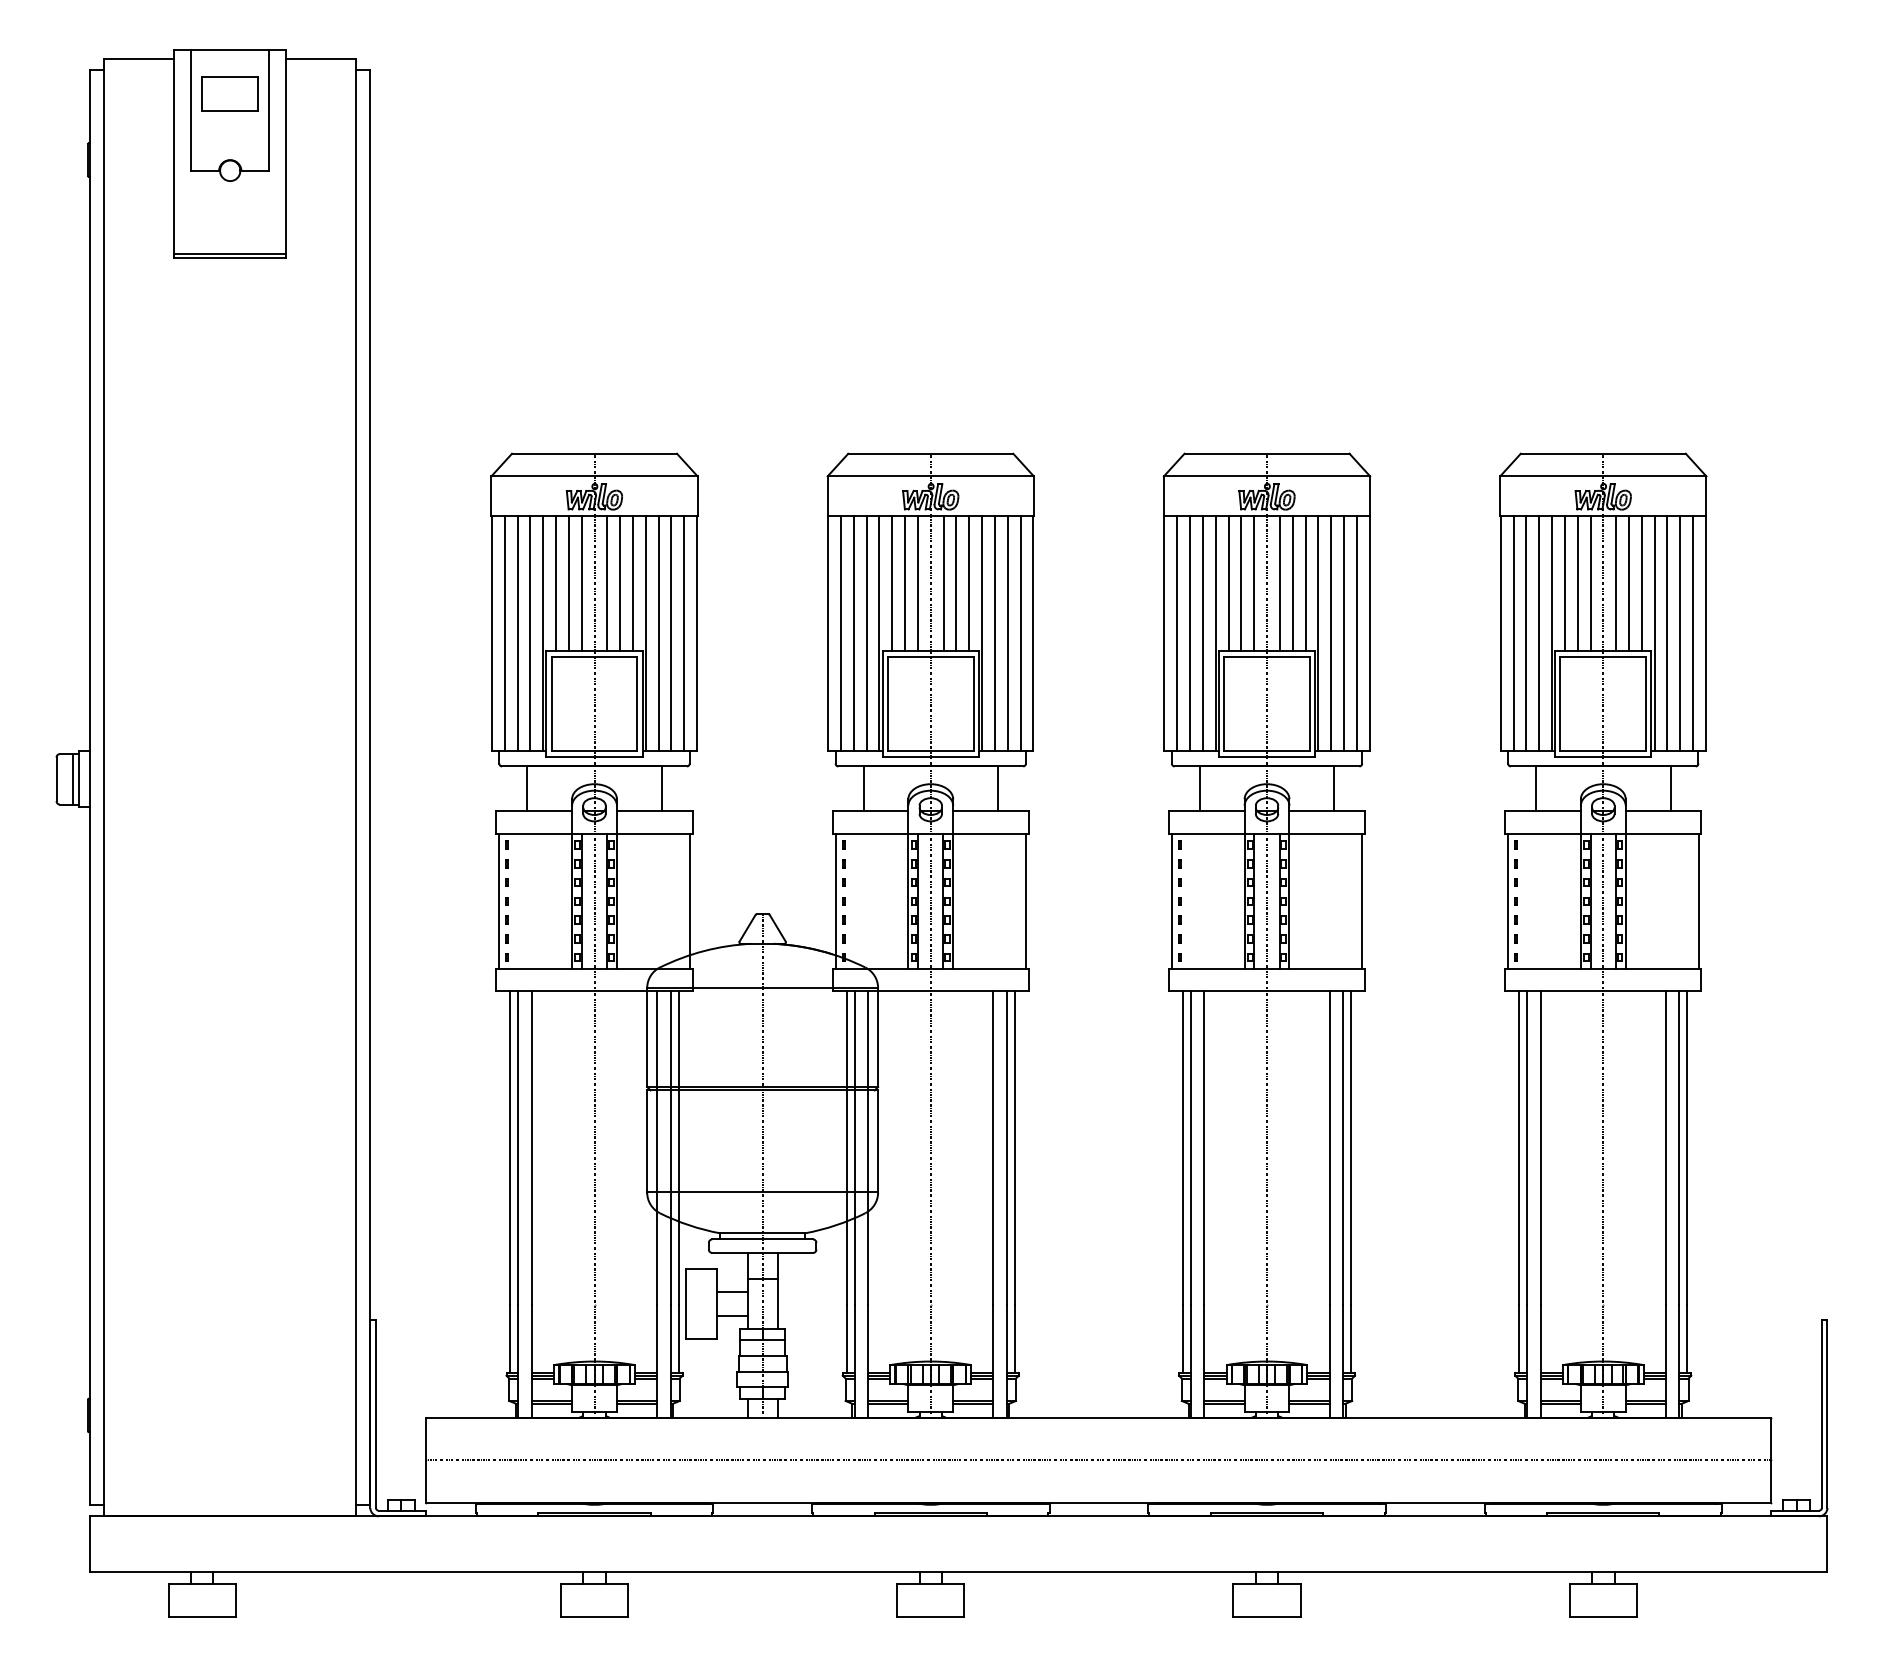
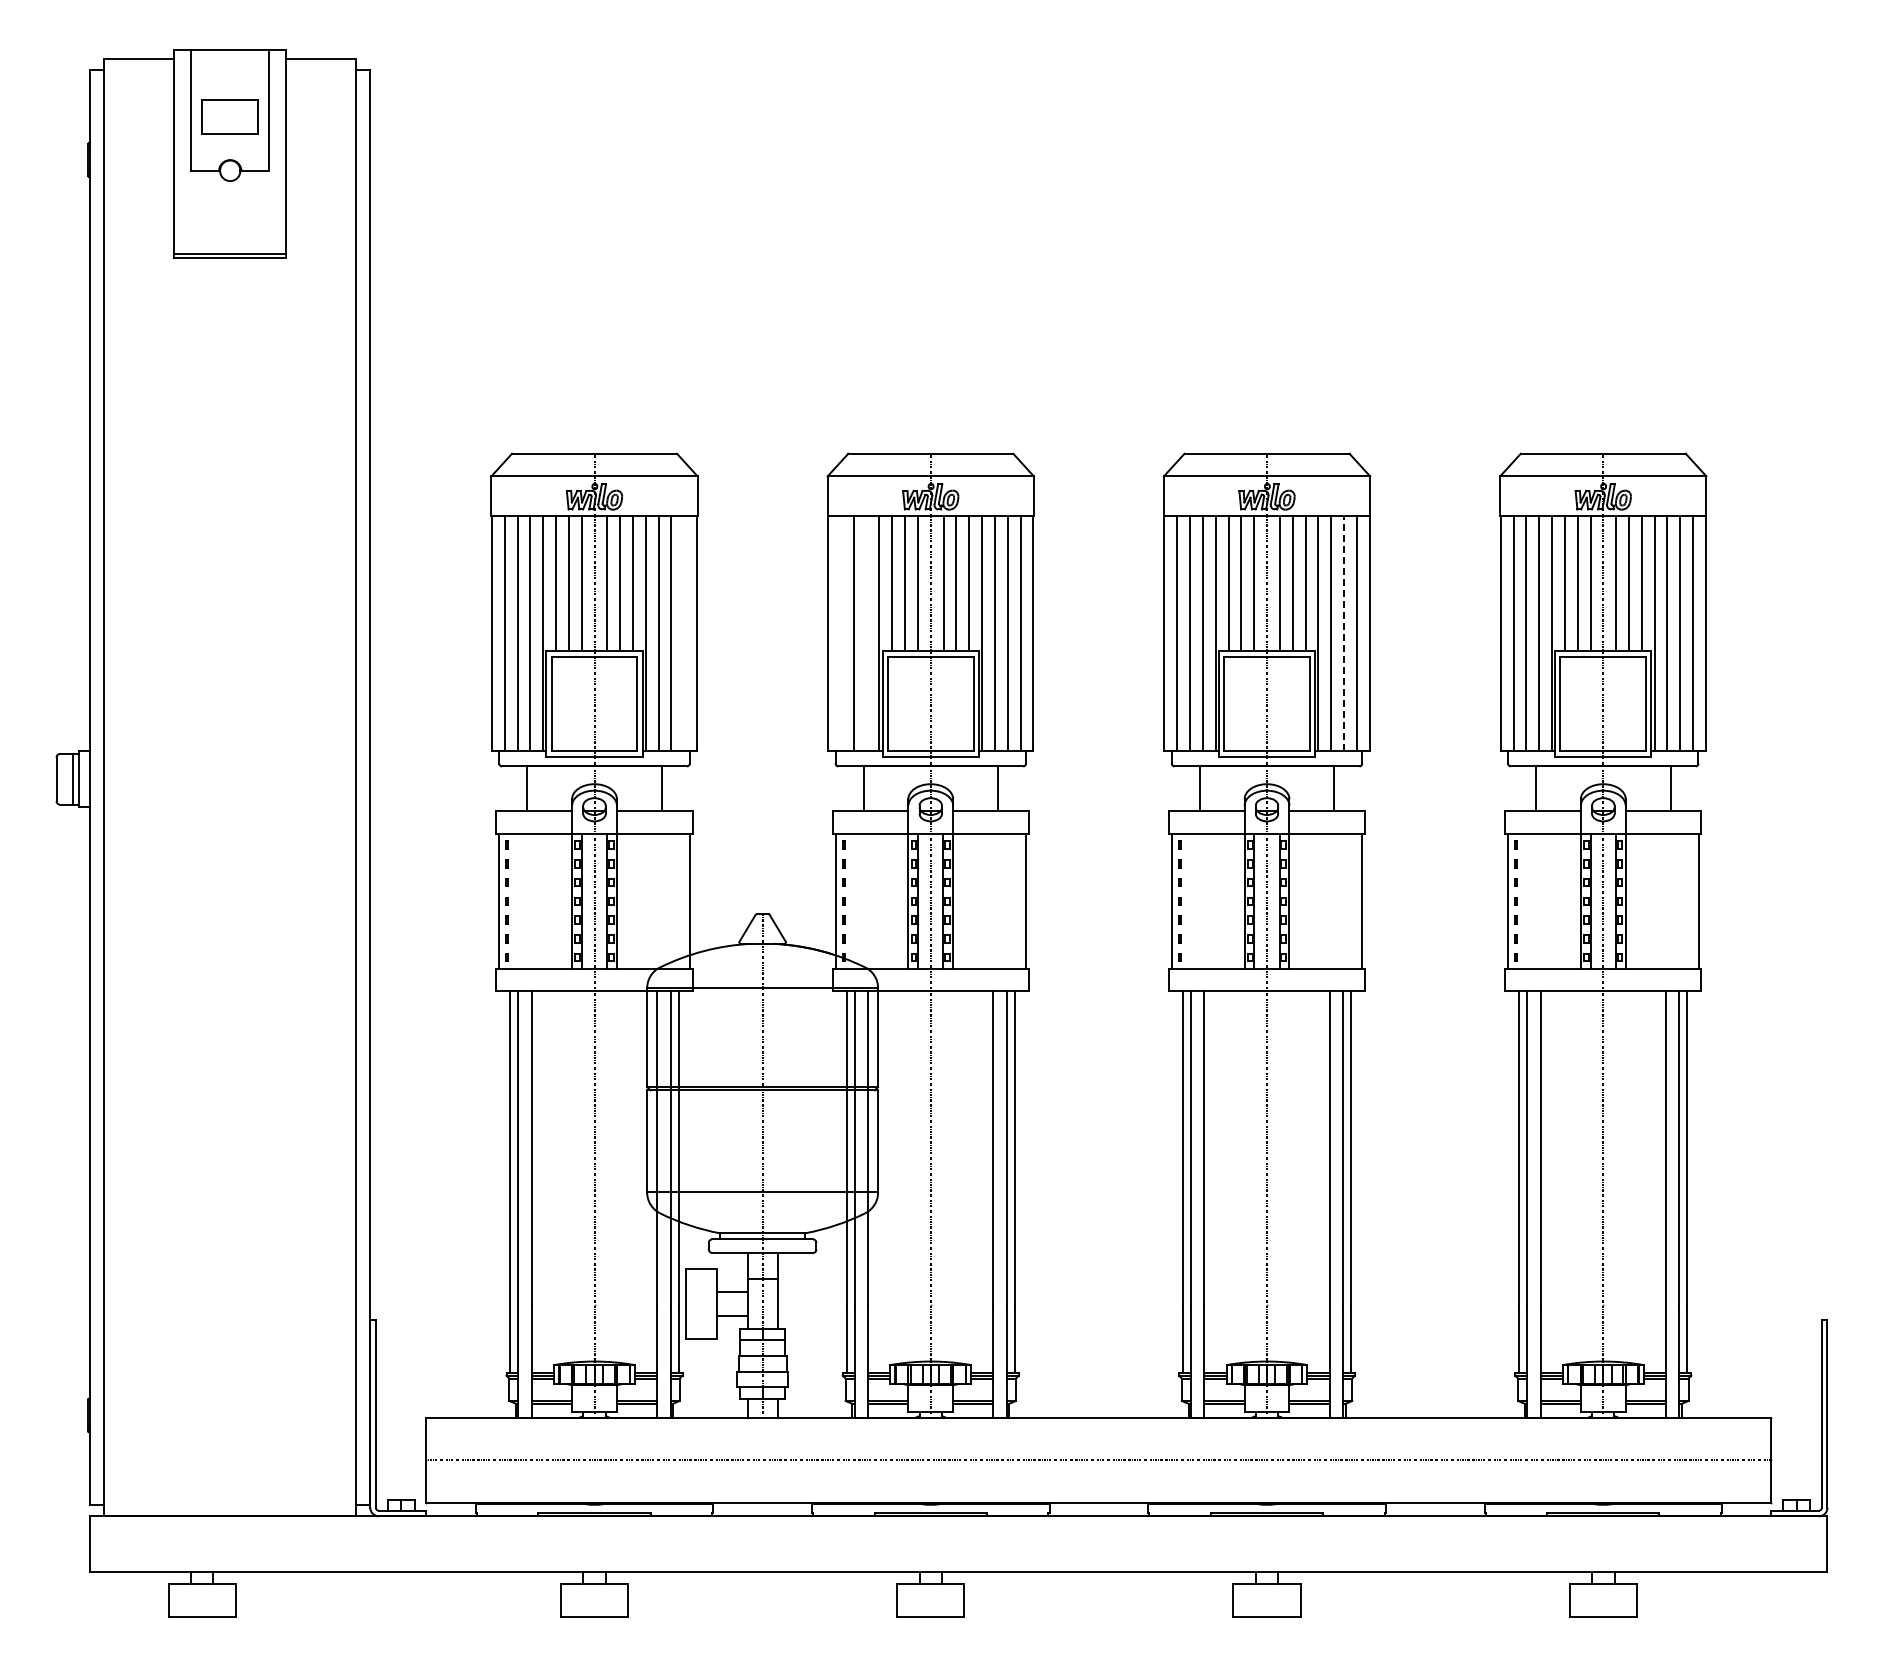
part at (229, 93) position: (229, 93) -> (229, 116)
line at (684, 633): present -> none
line at (841, 633): present -> none
line at (866, 633): present -> none
line at (1343, 633): solid -> dashed
